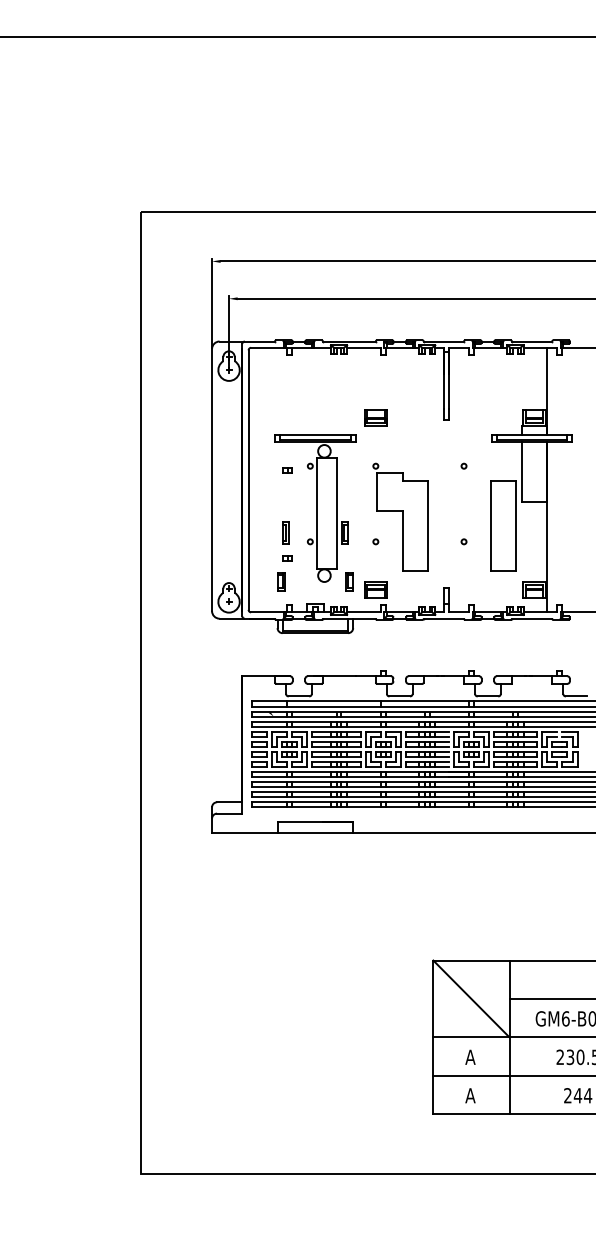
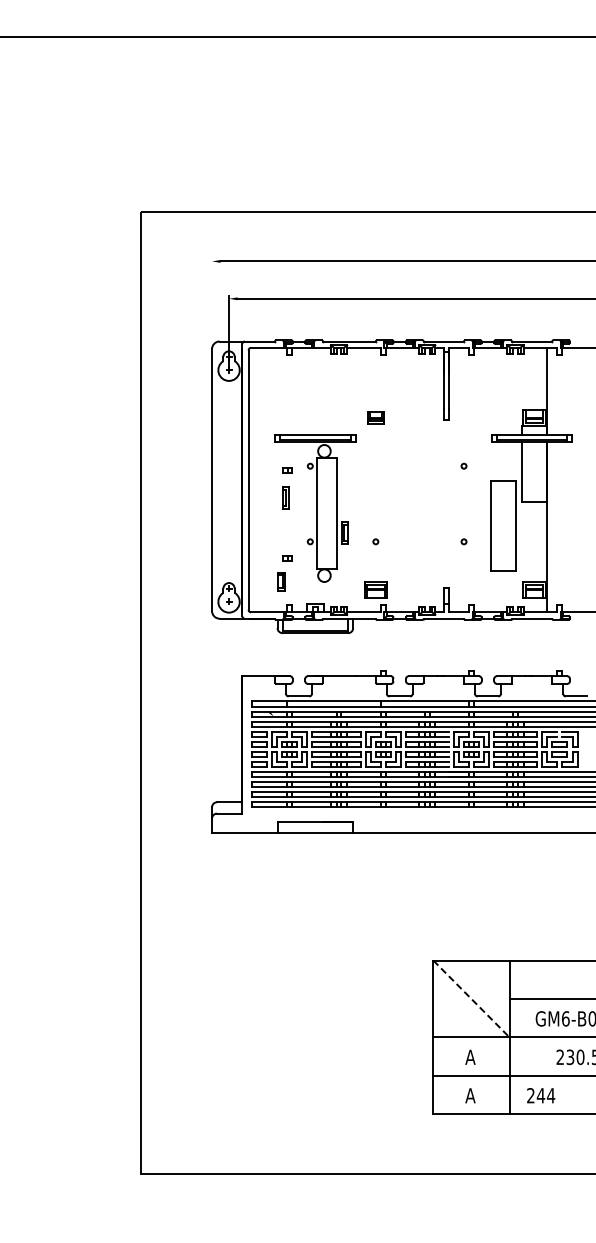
line at (212, 302): present -> none
part at (375, 417) size: 24x18 px -> 18x14 px
part at (400, 516): present -> none
part at (285, 532) position: (285, 532) -> (285, 497)
part at (349, 581): present -> none
line at (471, 999): solid -> dashed
text at (578, 1095) position: (578, 1095) -> (541, 1095)
